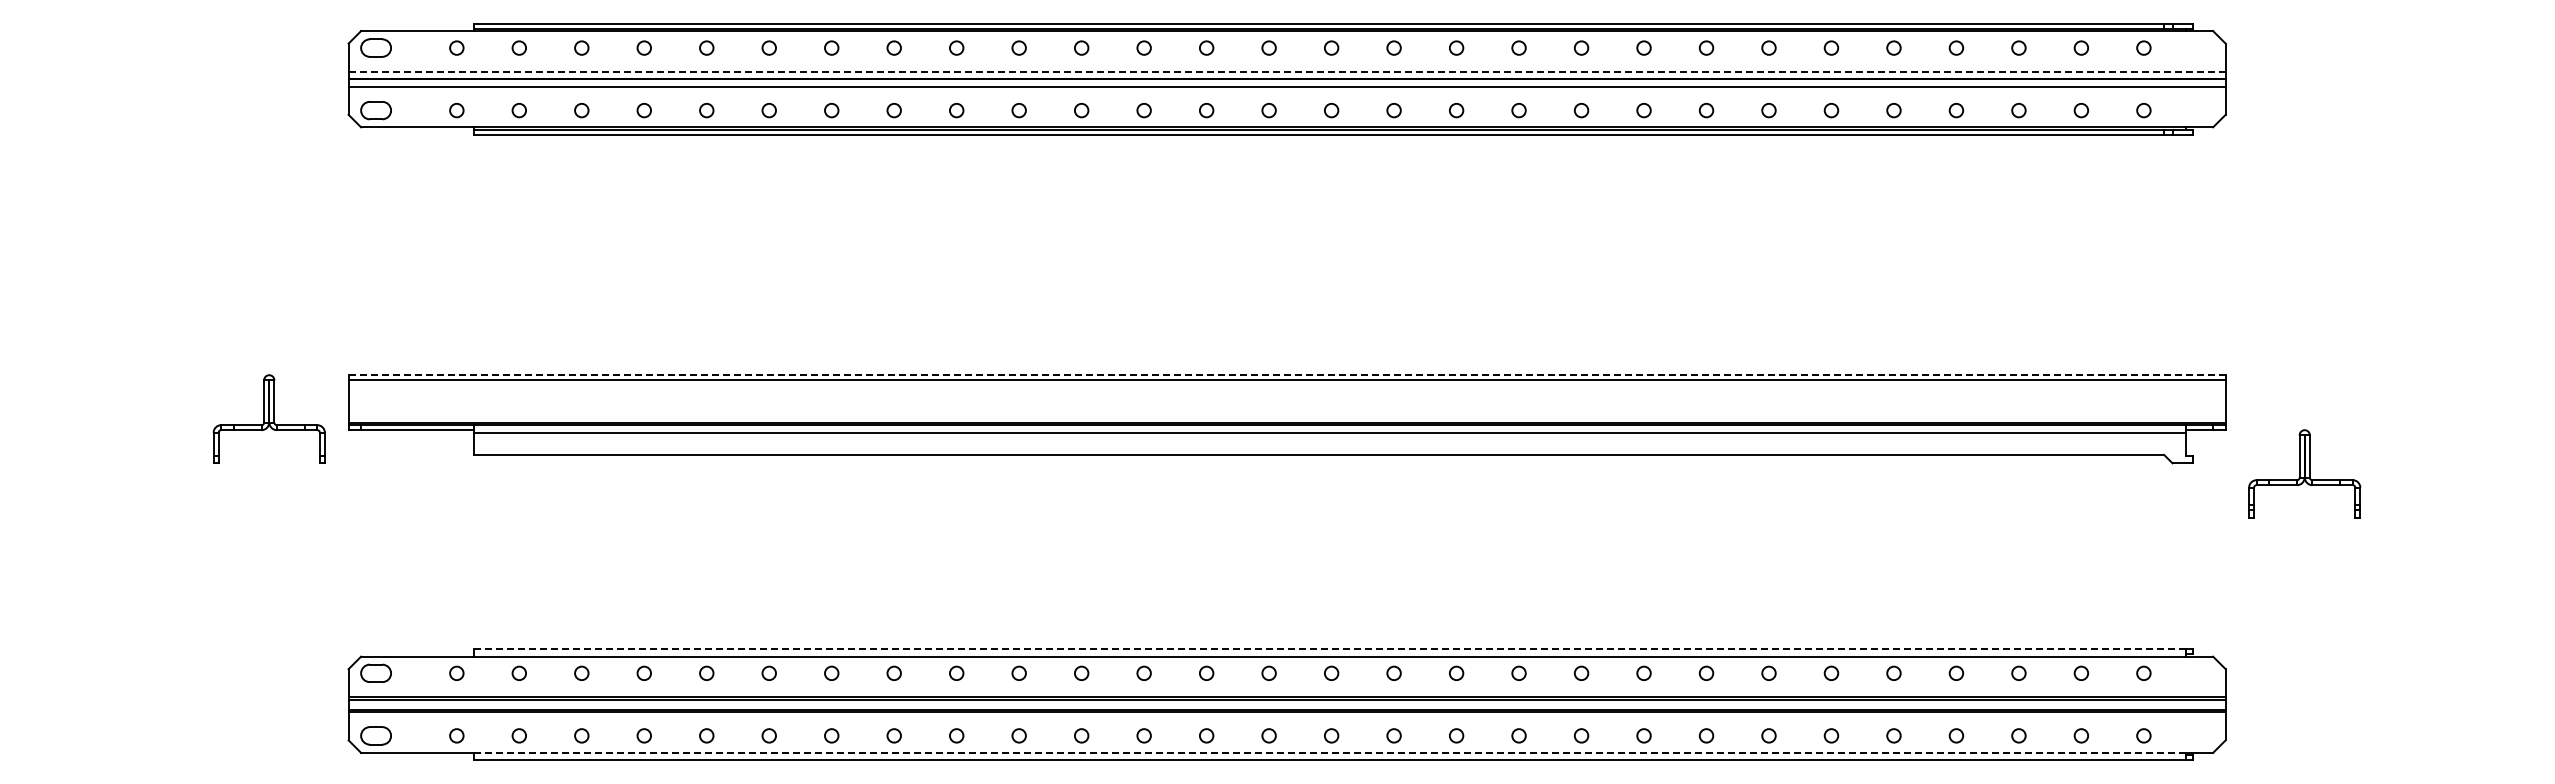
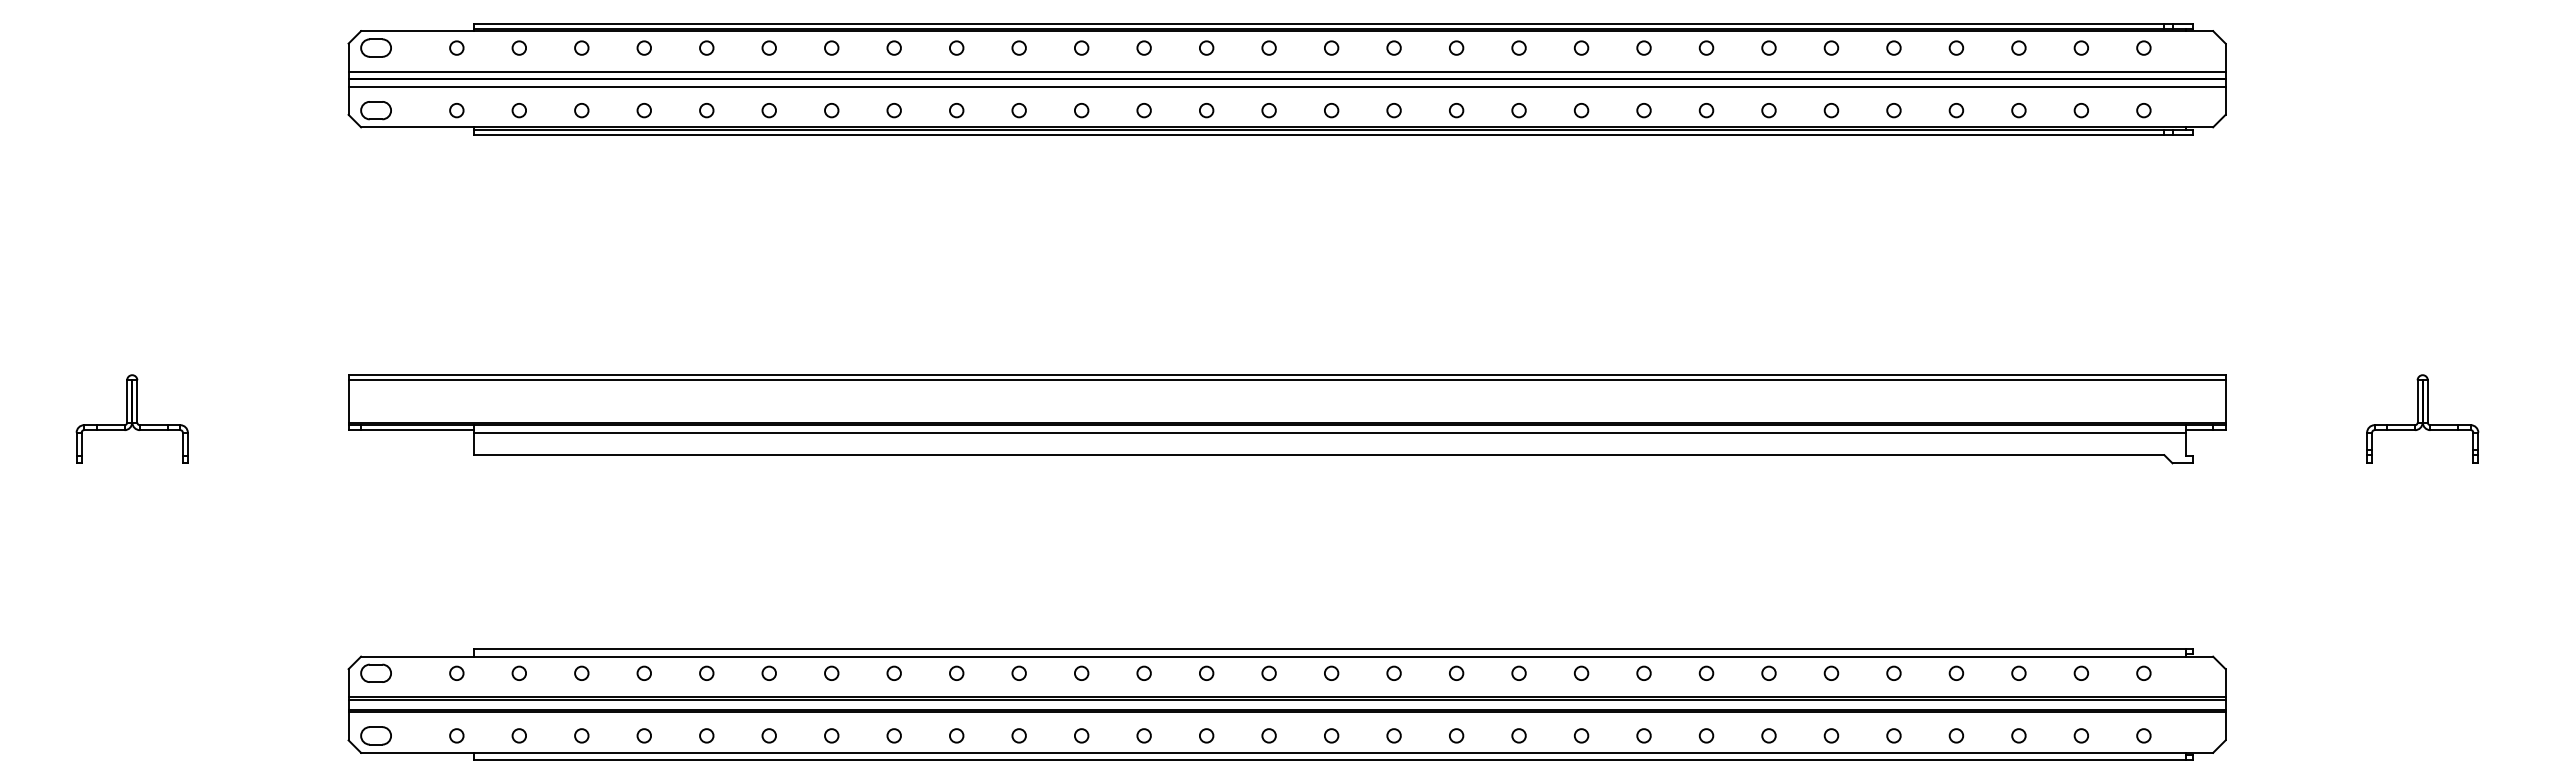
line at (1287, 71): dashed -> solid
line at (1287, 375): dashed -> solid
part at (268, 418) position: (268, 418) -> (131, 418)
part at (2304, 473) position: (2304, 473) -> (2422, 418)
line at (1329, 649): dashed -> solid
line at (1330, 752): dashed -> solid
